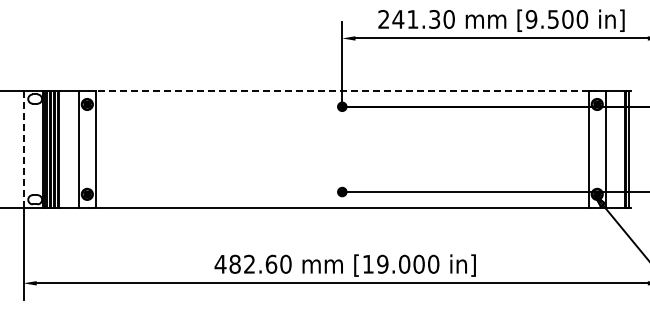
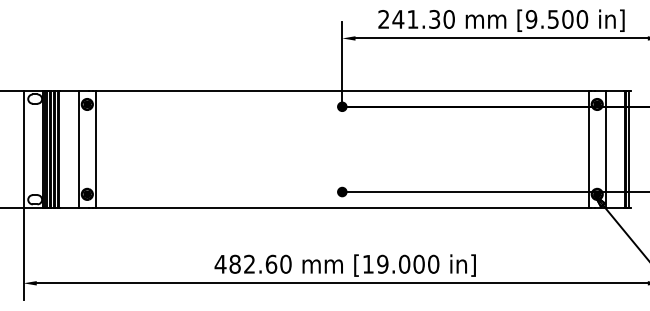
line at (341, 91): dashed -> solid
line at (23, 149): dashed -> solid
